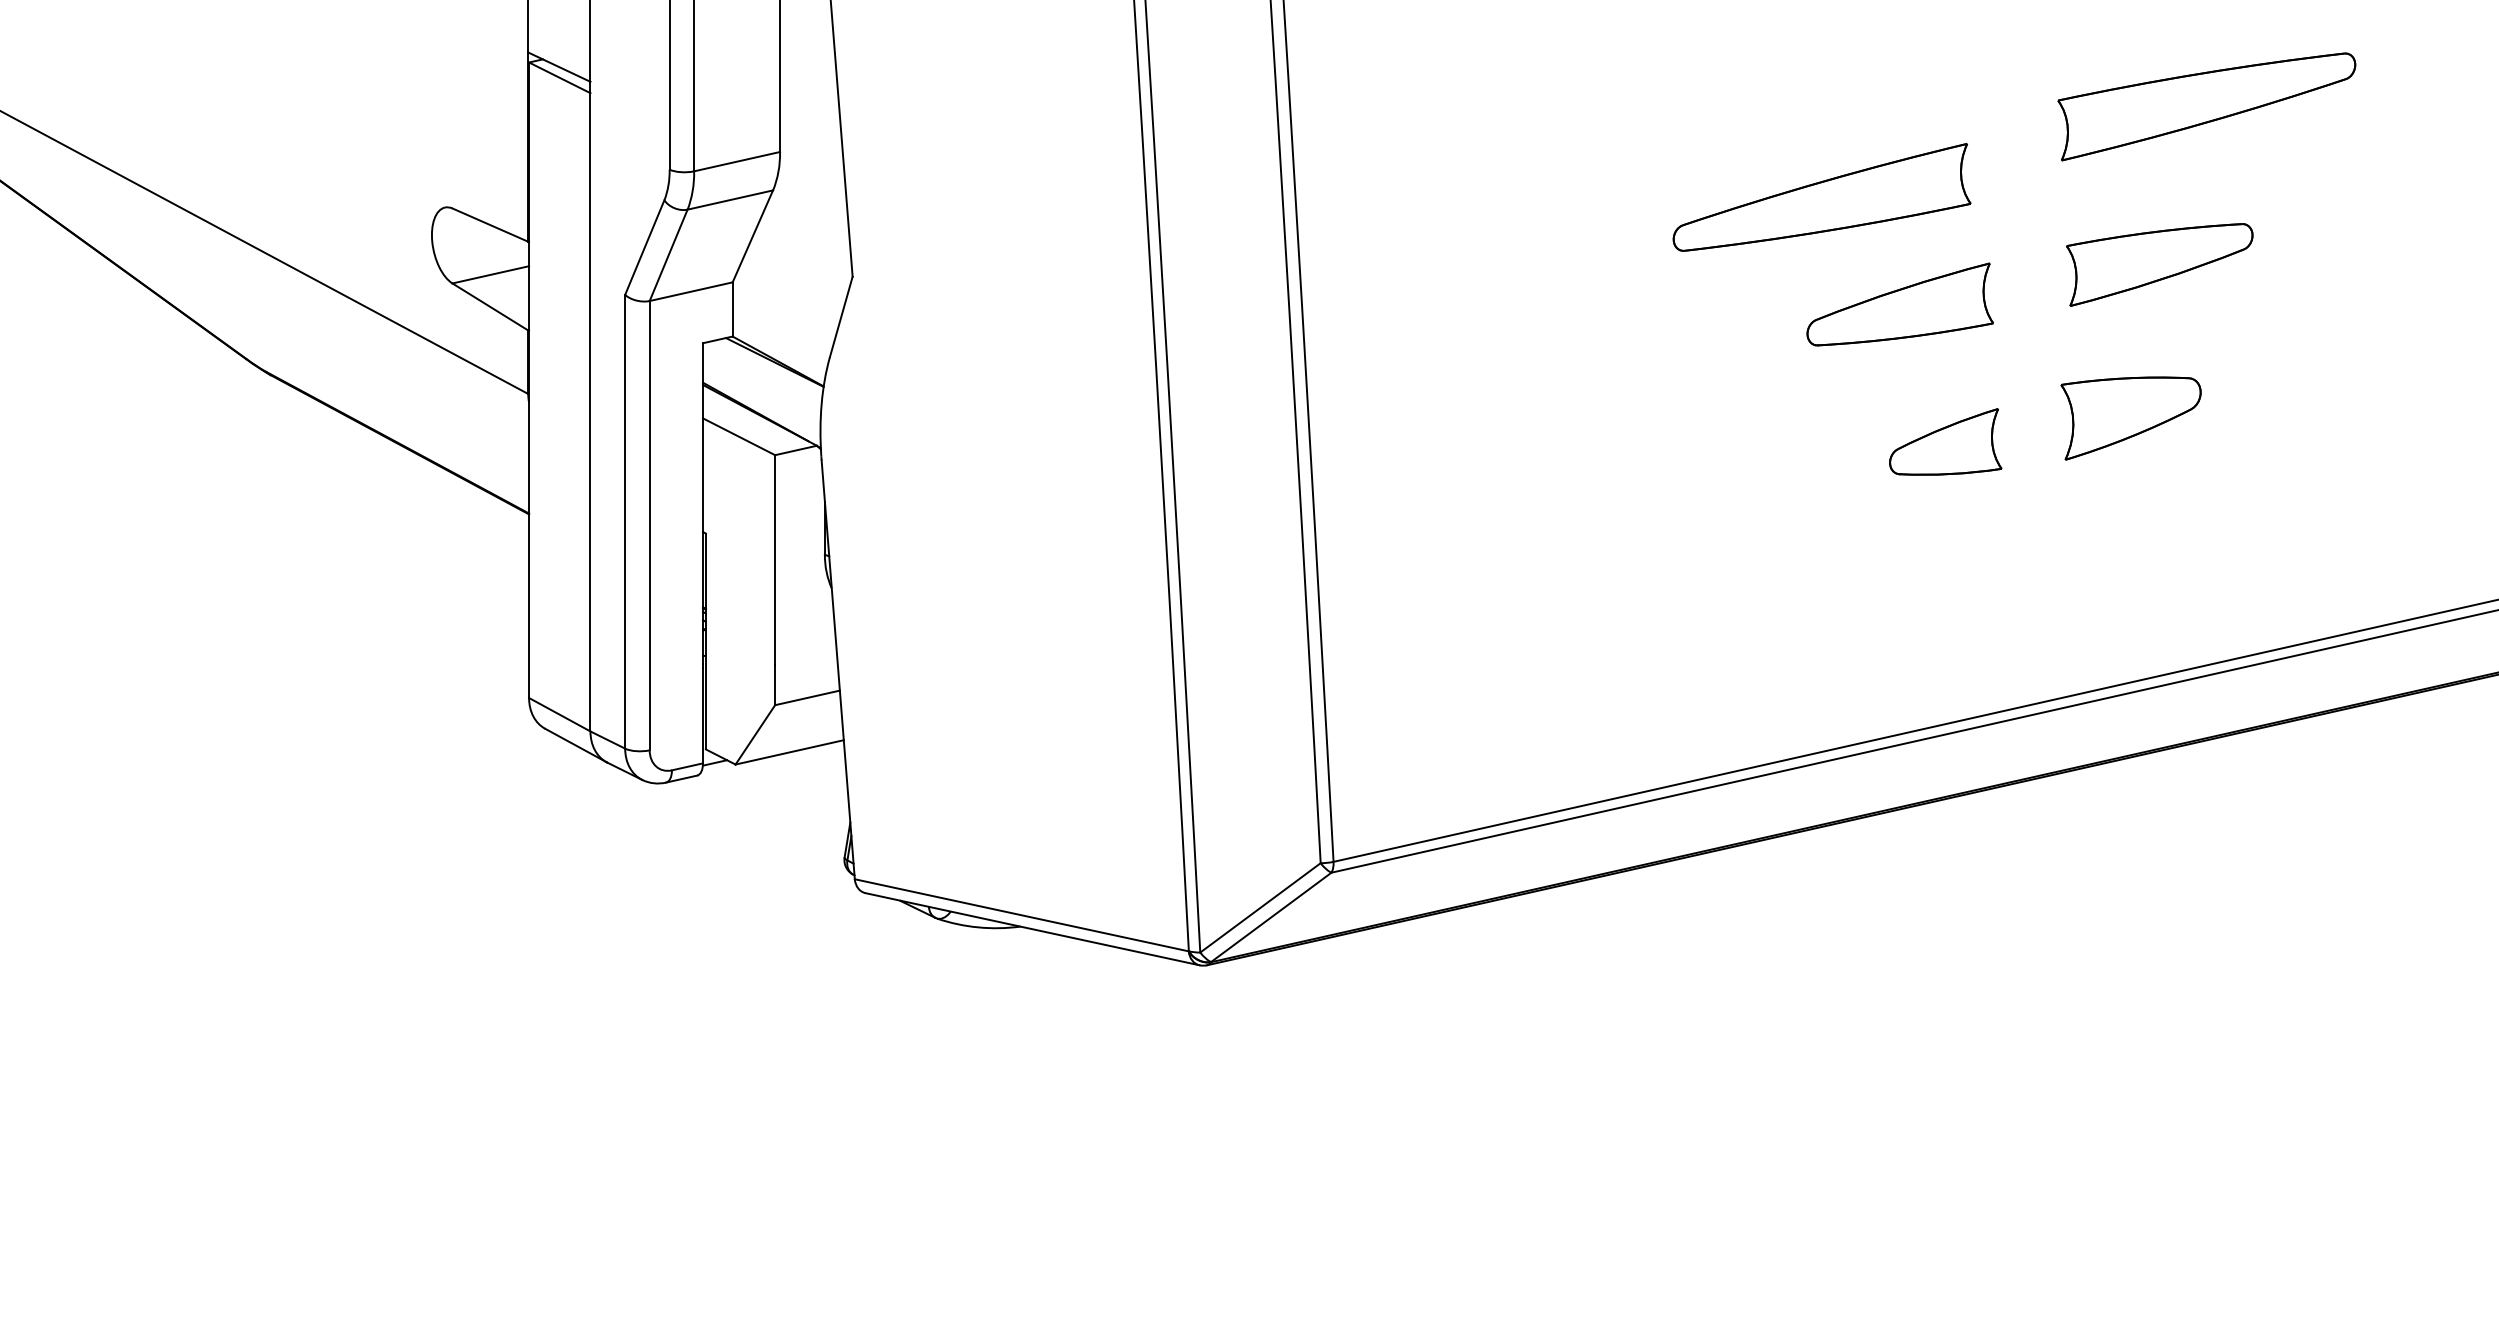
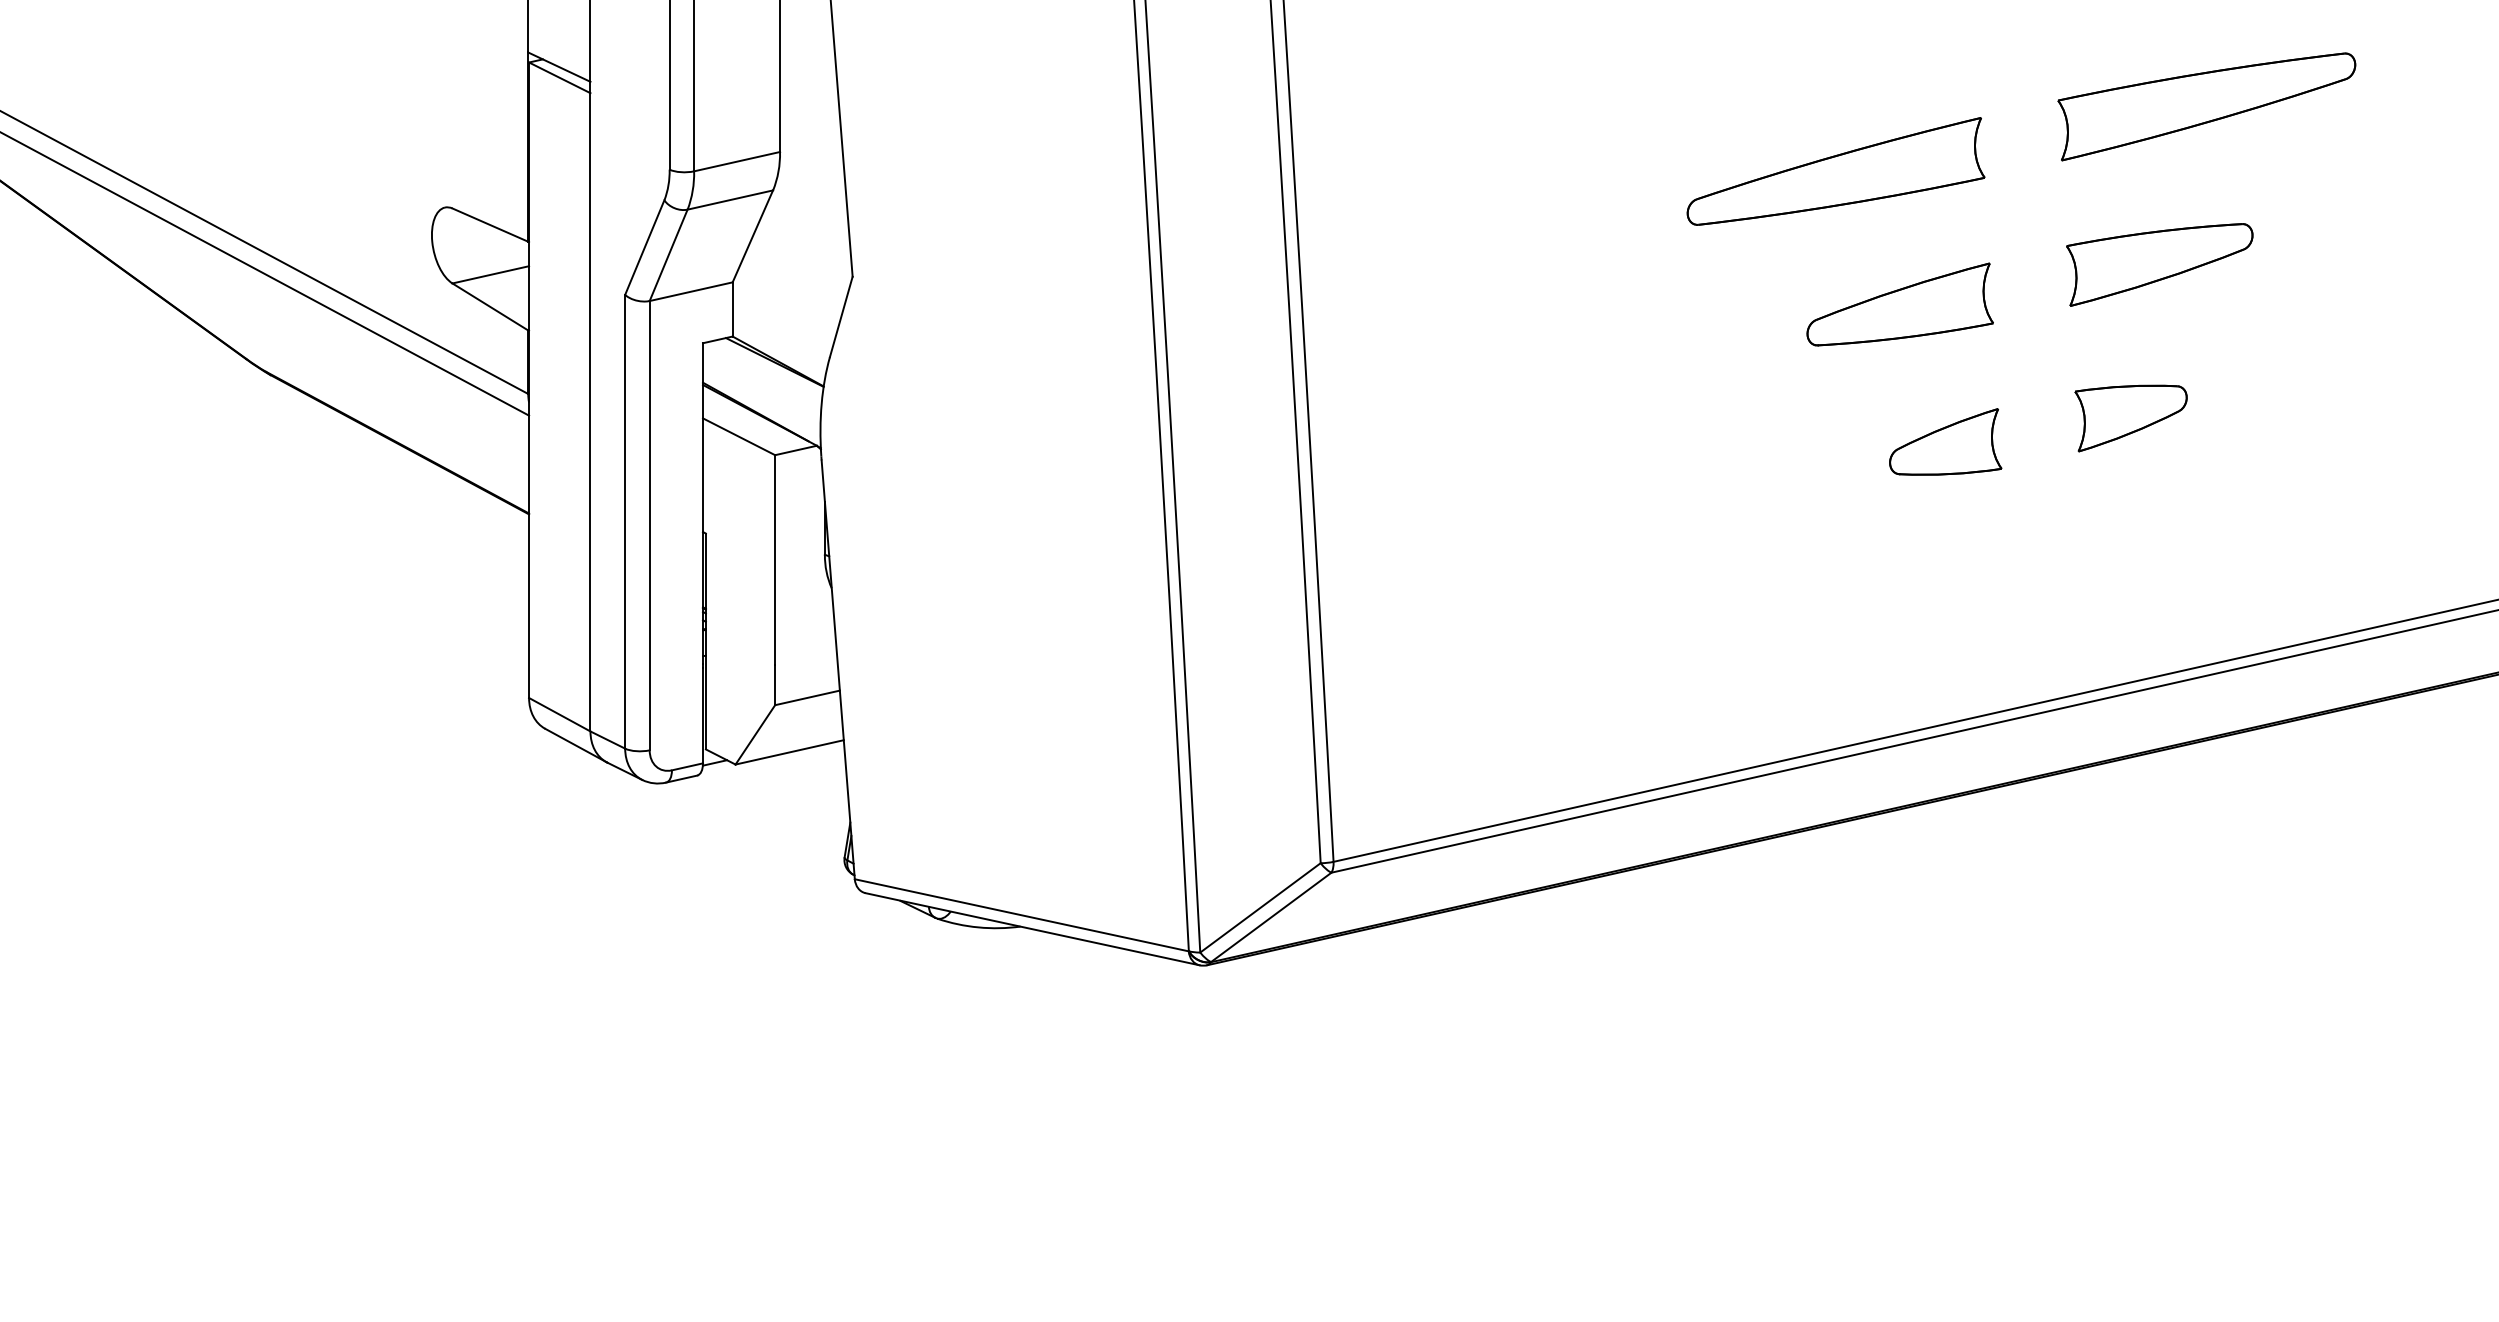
part at (1821, 197) position: (1821, 197) -> (1835, 171)
line at (265, 274): none -> present
part at (2130, 418) size: 142x85 px -> 114x69 px
